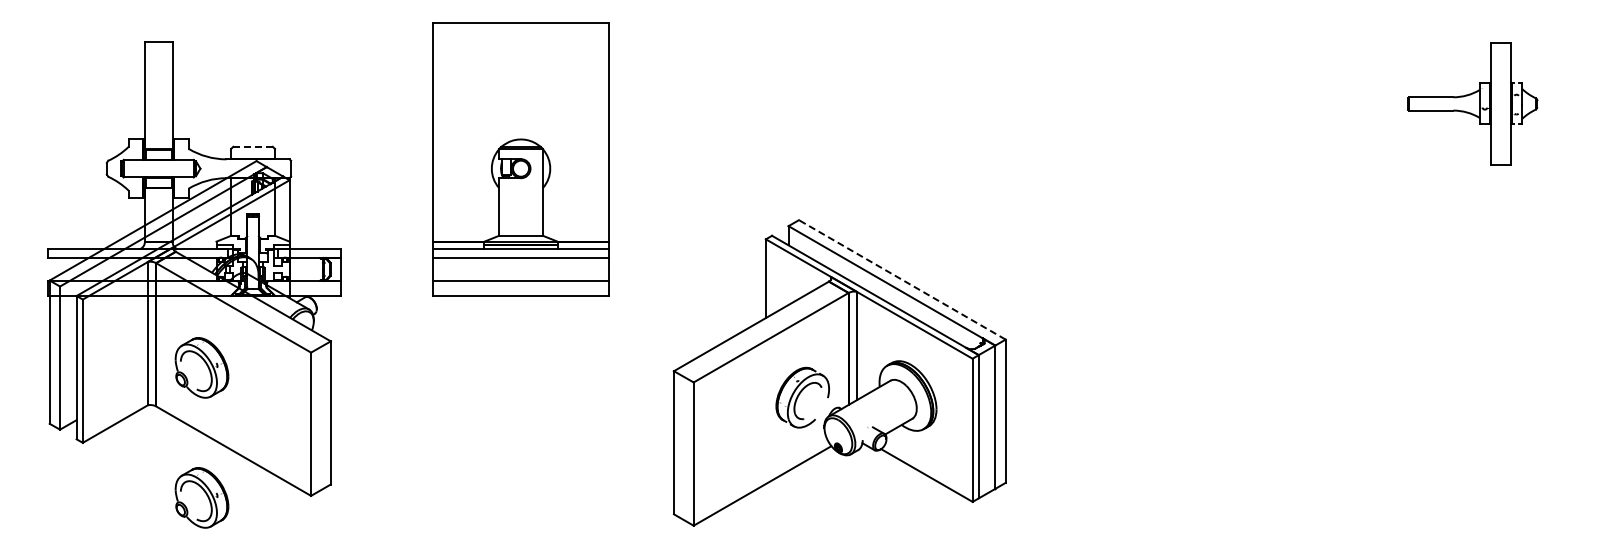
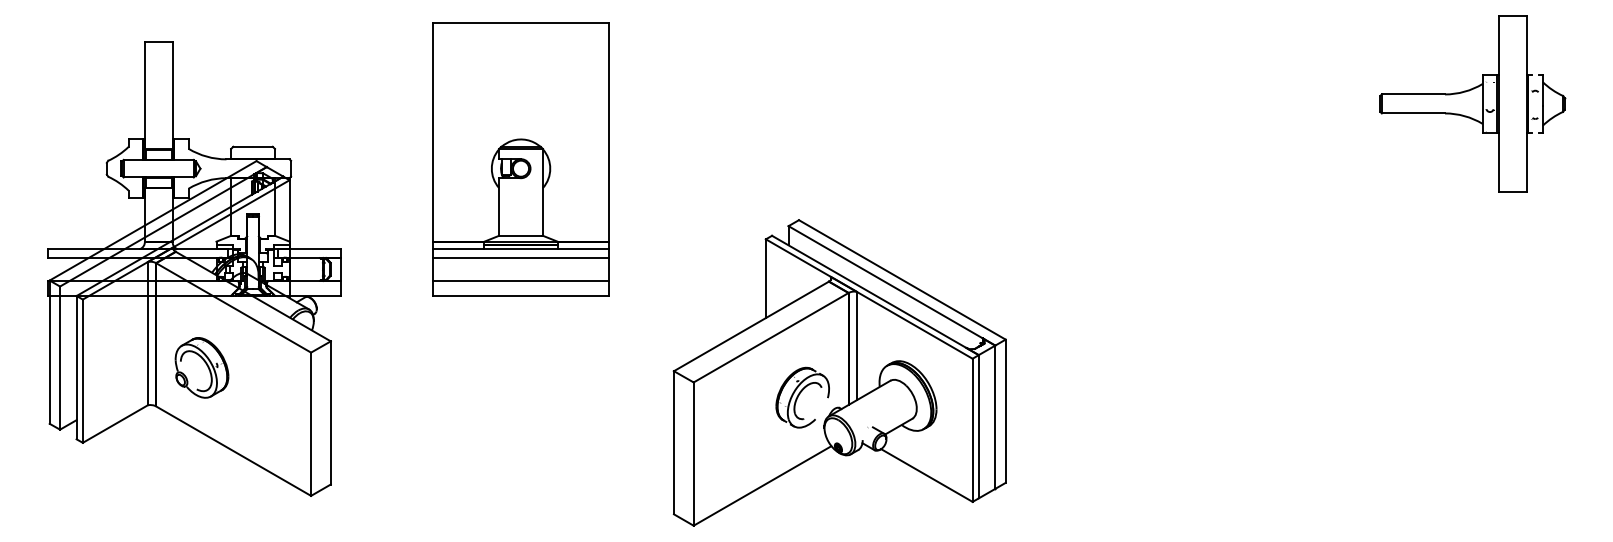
part at (1472, 103) size: 132x124 px -> 188x178 px
line at (253, 146): dashed -> solid
line at (901, 279): dashed -> solid
part at (201, 497): present -> none
